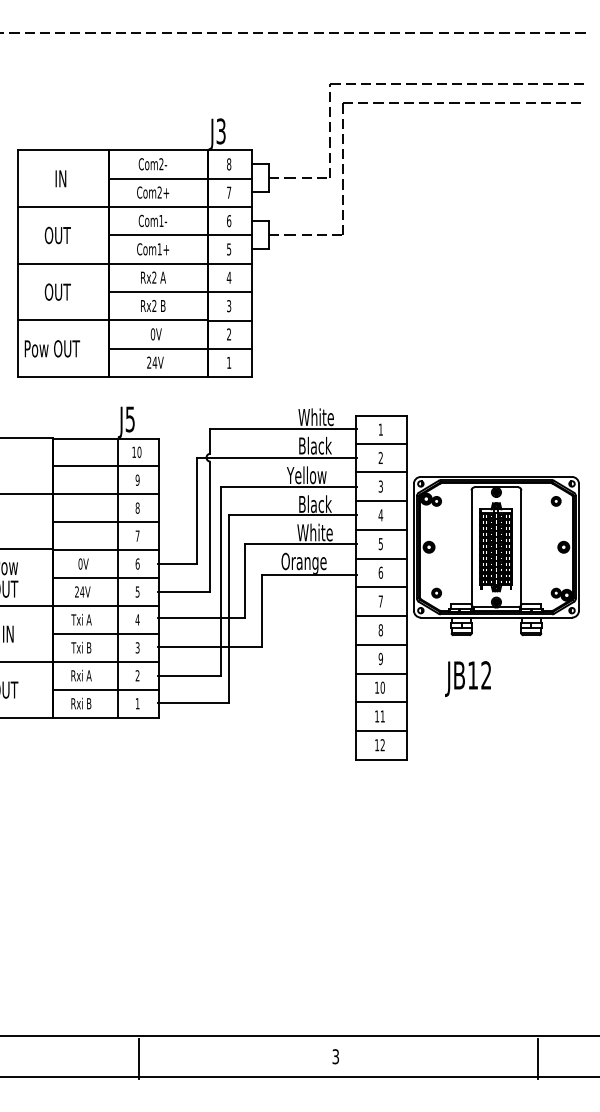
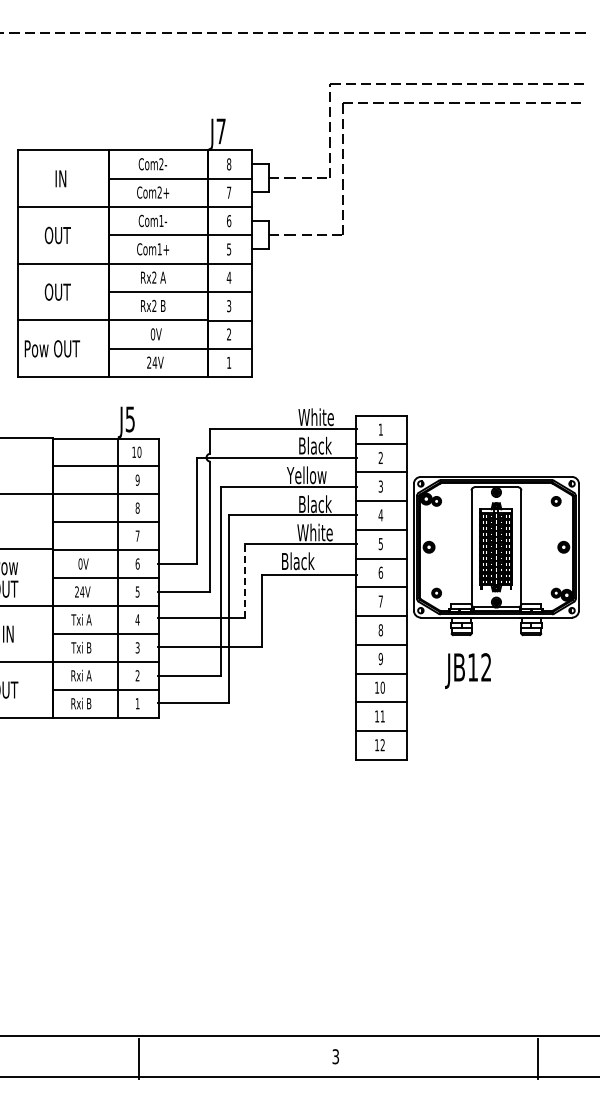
text at (220, 131): J3 -> J7
text at (303, 562): Orange -> Black
line at (245, 580): solid -> dashed
text at (467, 678) position: (467, 678) -> (467, 670)
